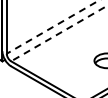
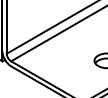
line at (53, 26): dashed -> solid
line at (59, 33): dashed -> solid
